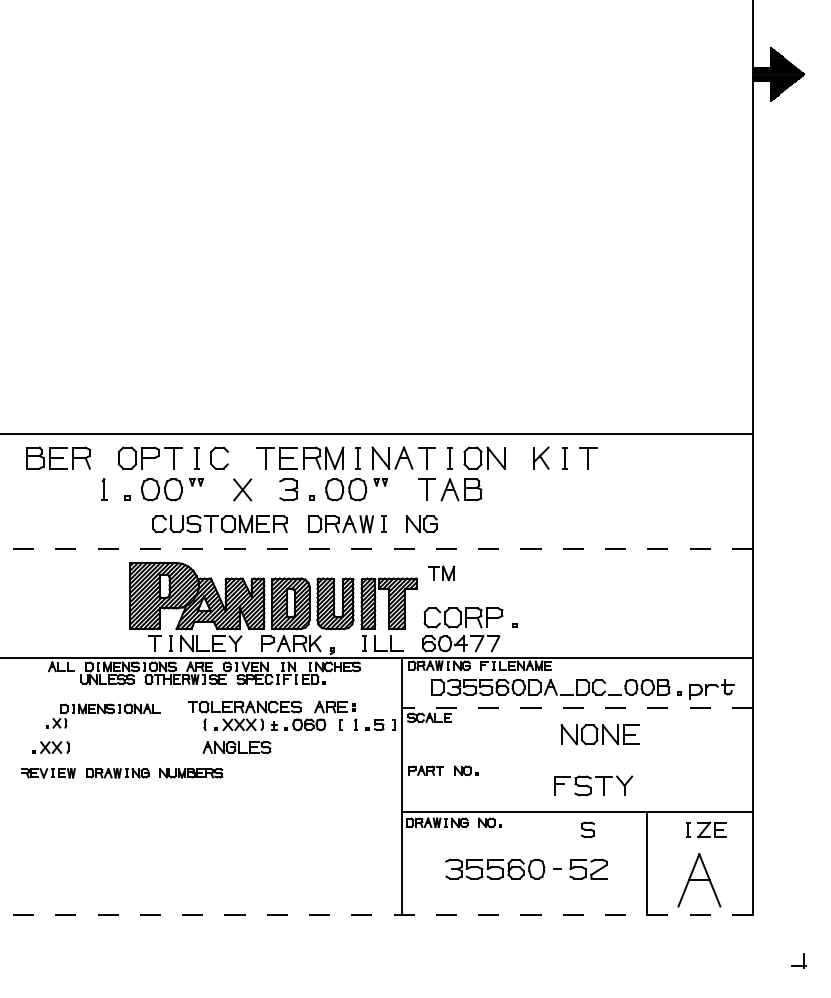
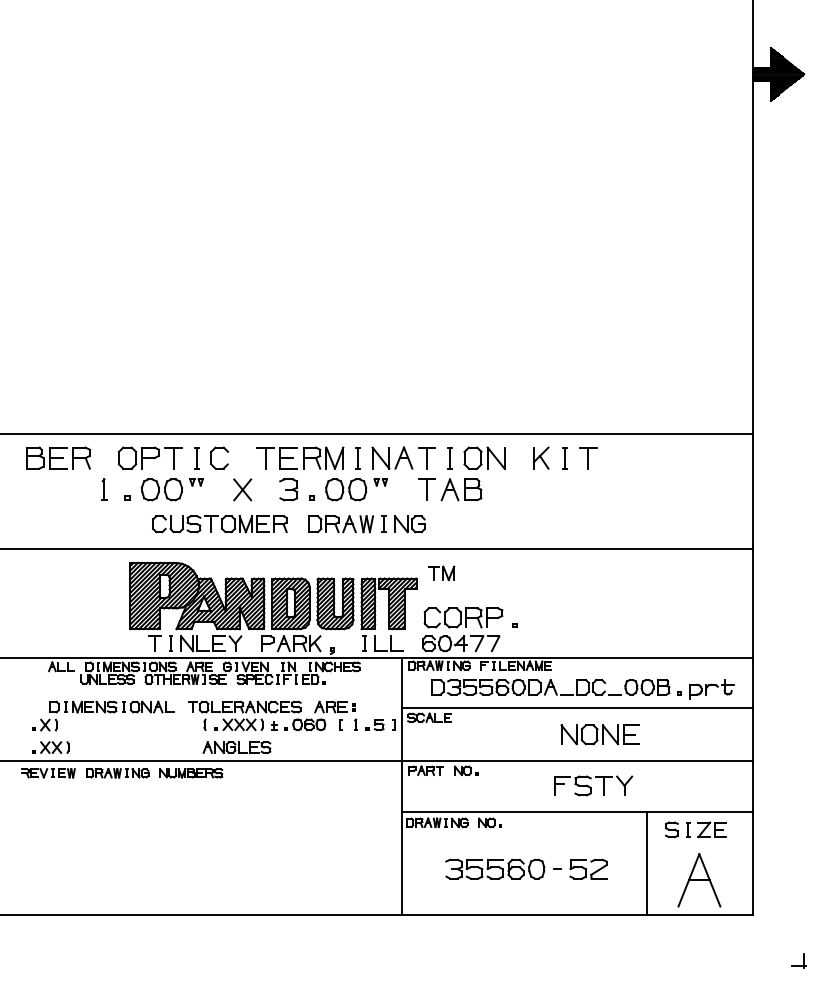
part at (421, 524) position: (421, 524) -> (409, 524)
line at (376, 548): dashed -> solid
line at (577, 707): dashed -> solid
part at (103, 715) size: 115x26 px -> 143x32 px
line at (377, 760): none -> present
part at (587, 829) position: (587, 829) -> (671, 829)
line at (376, 915): dashed -> solid
